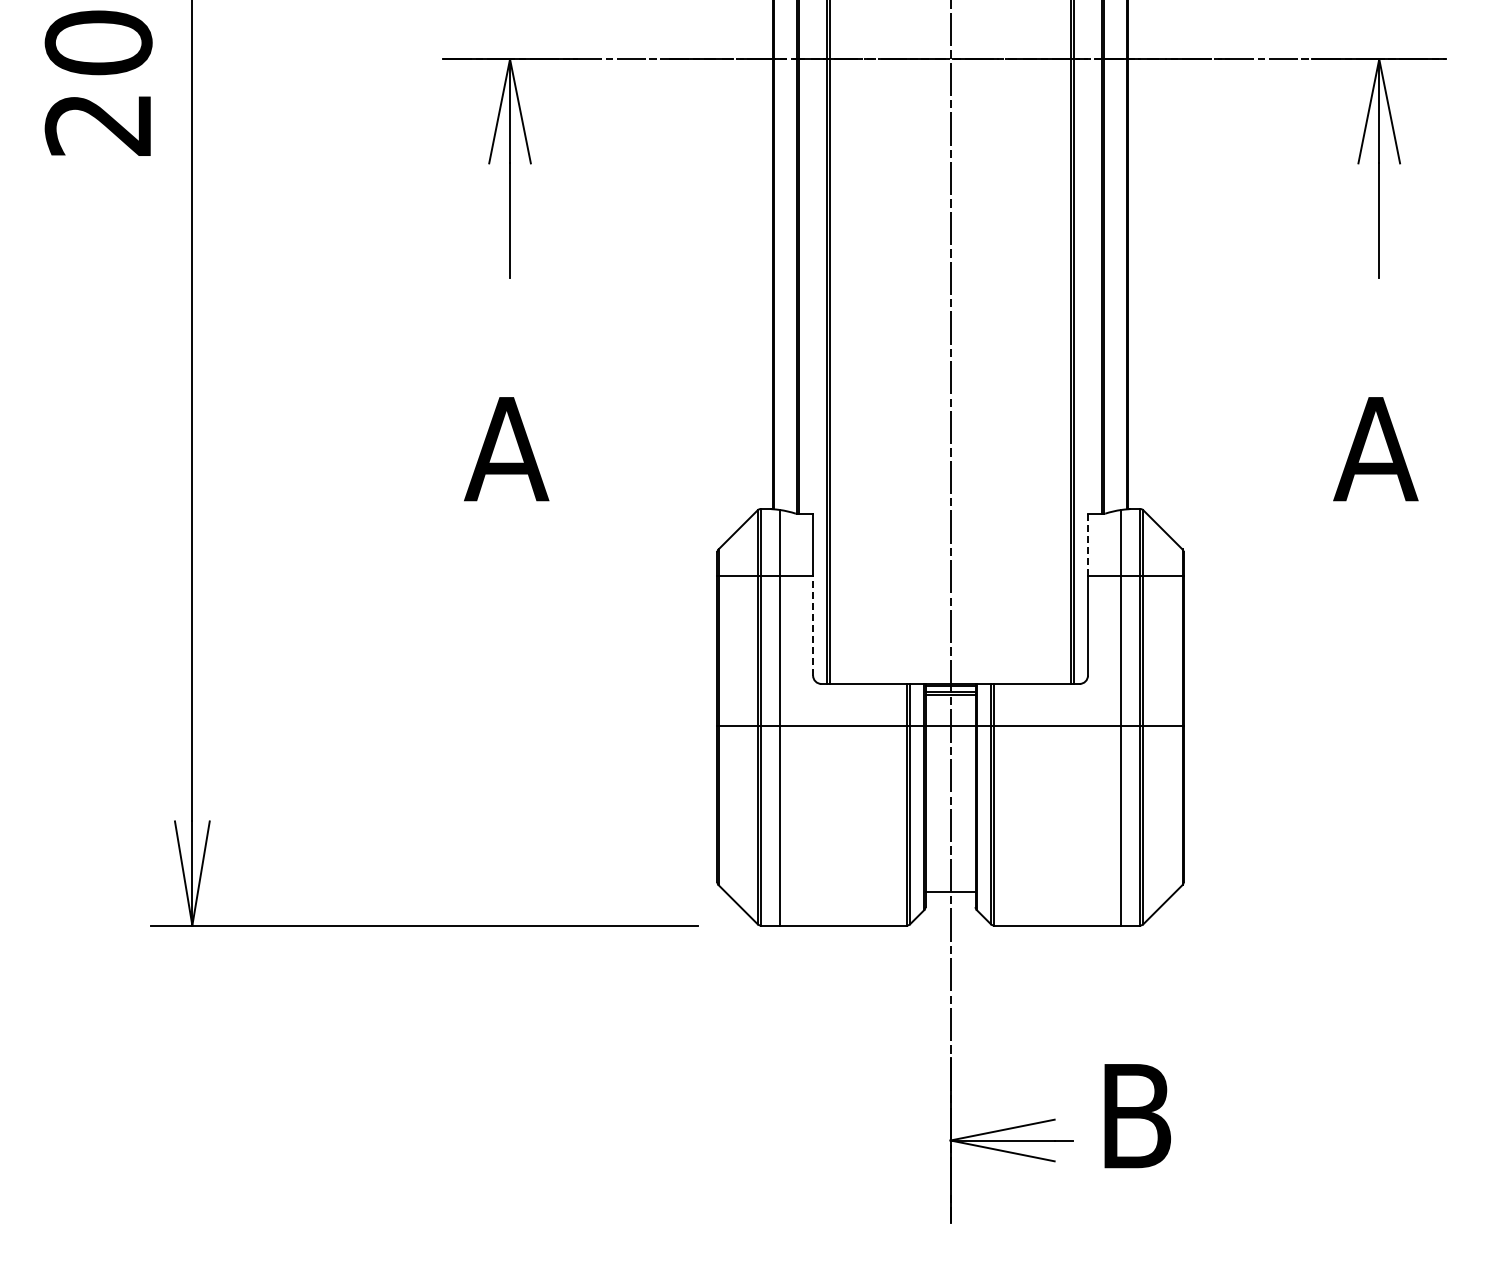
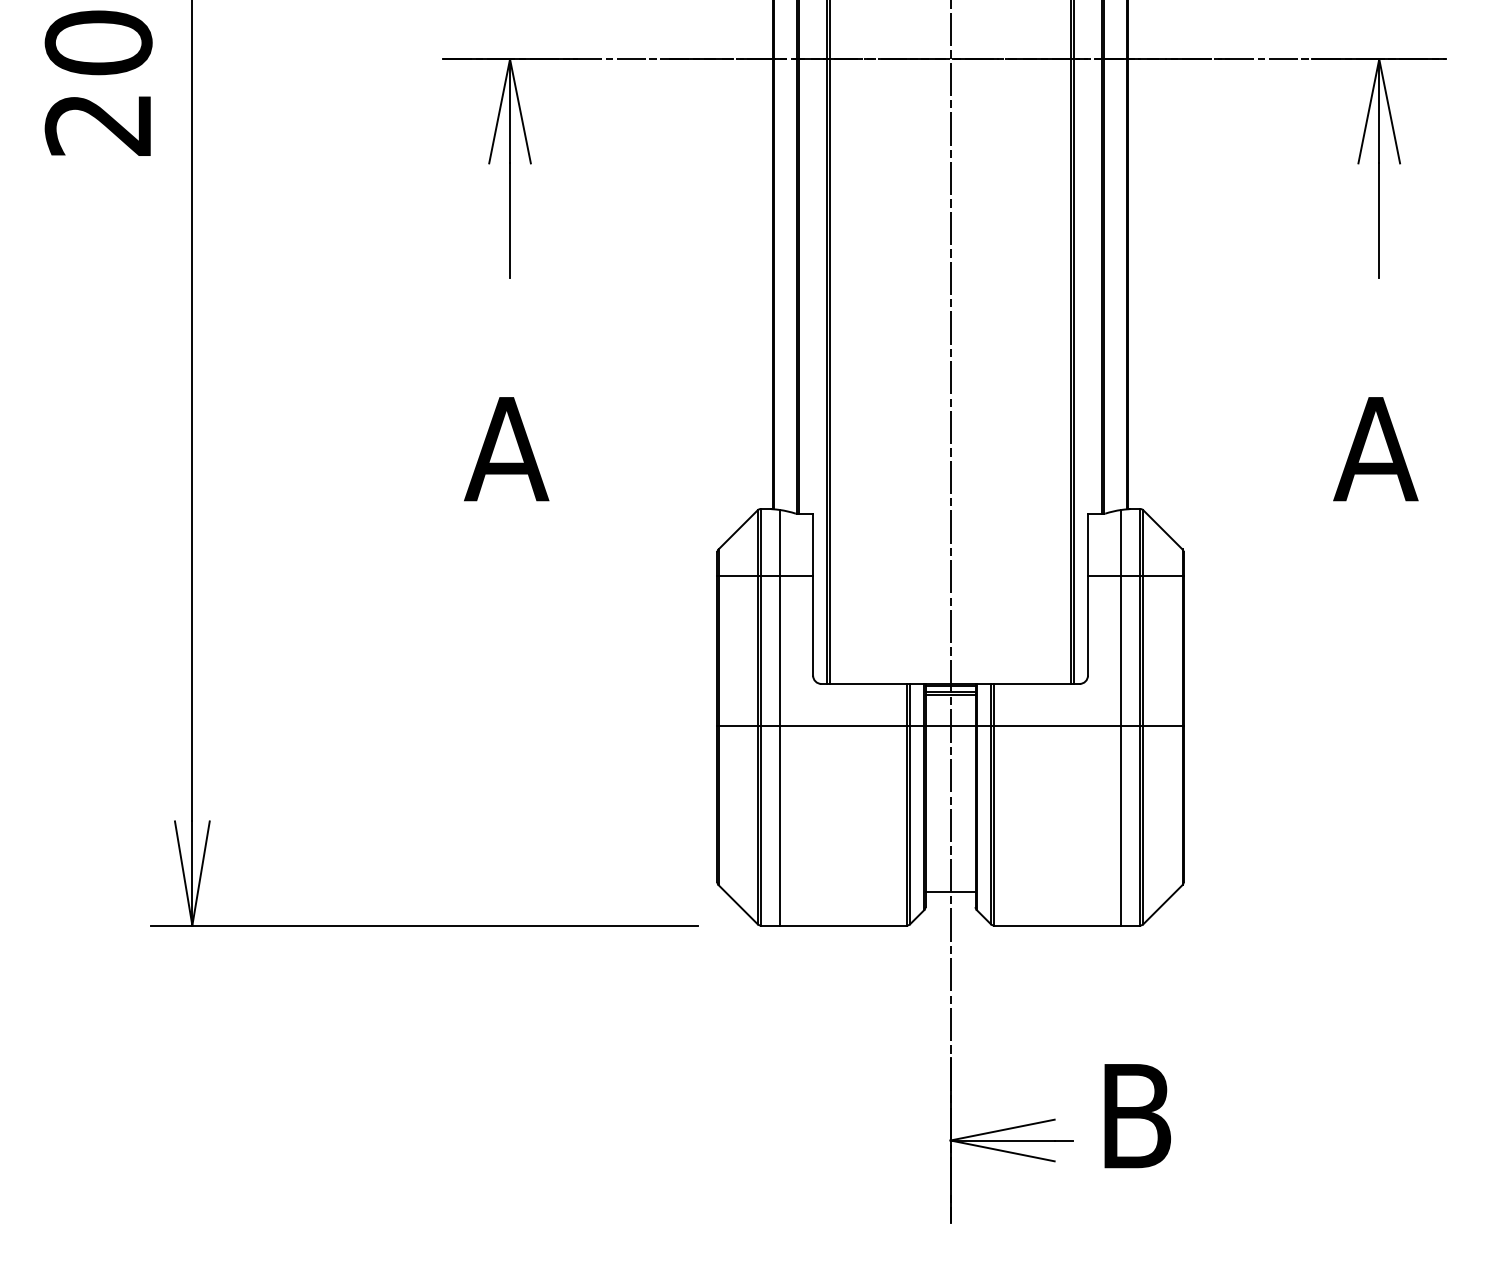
line at (1087, 544): dashed -> solid
line at (813, 625): dashed -> solid
